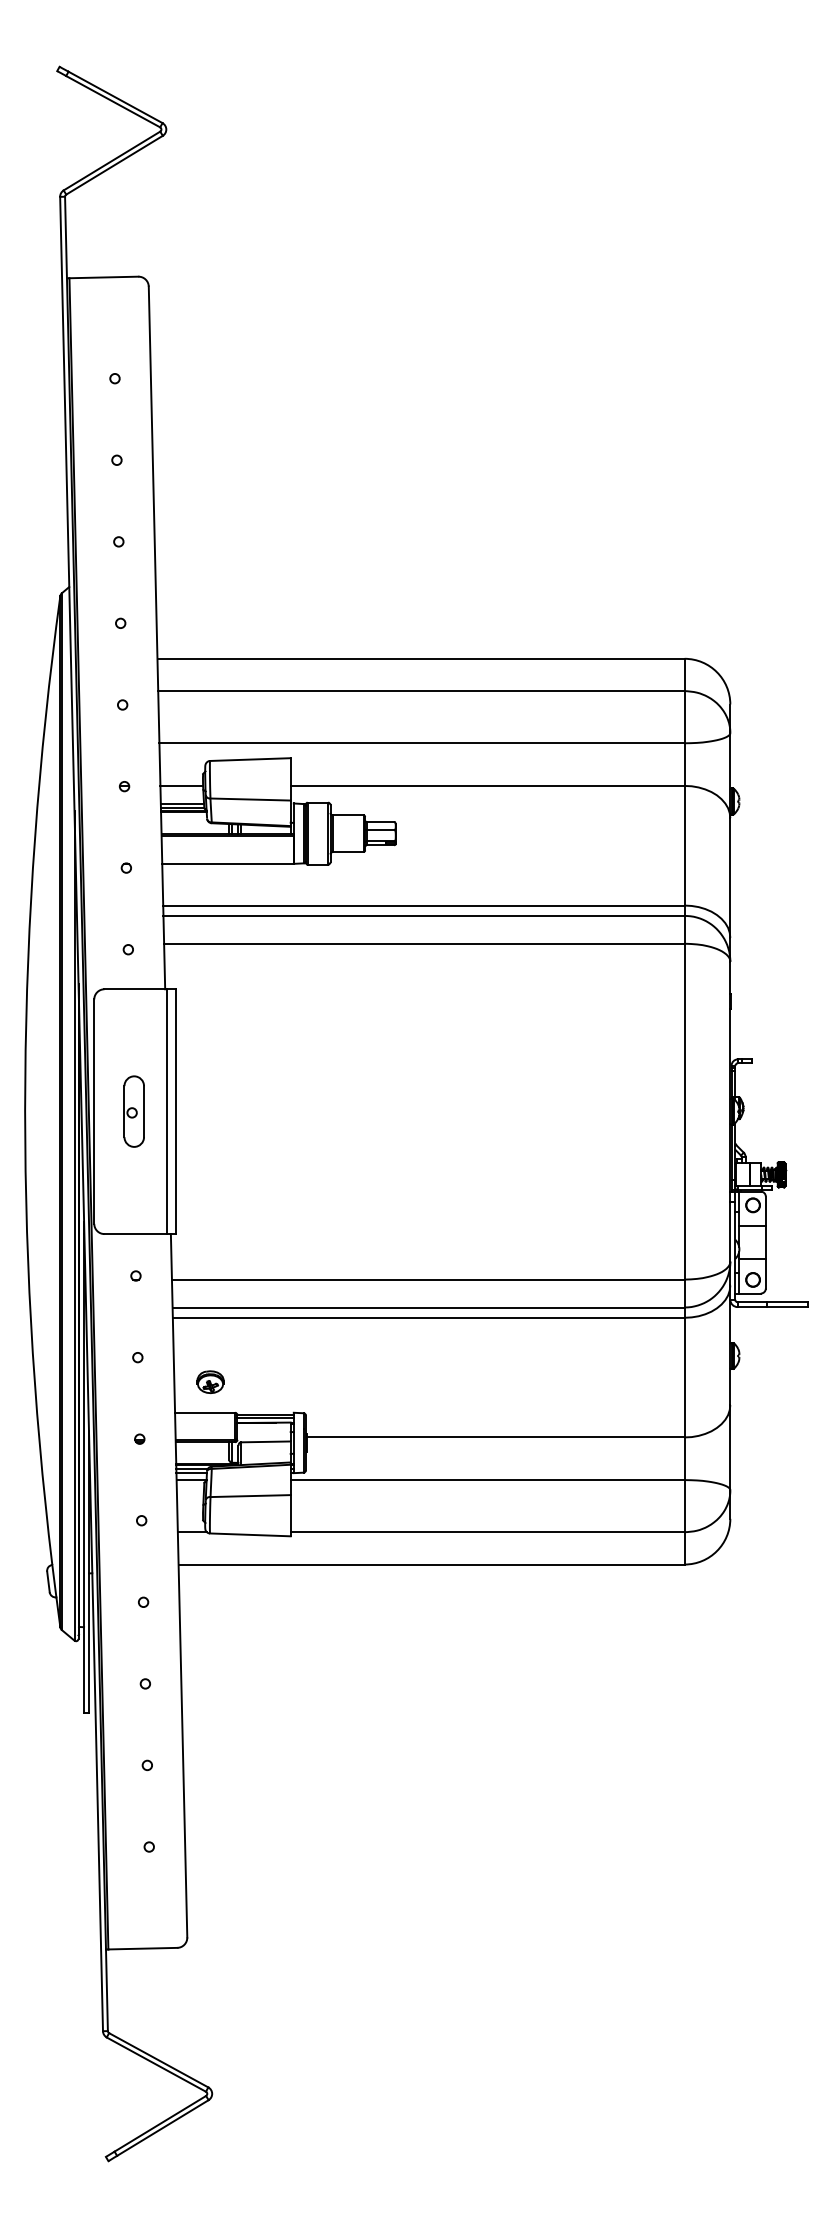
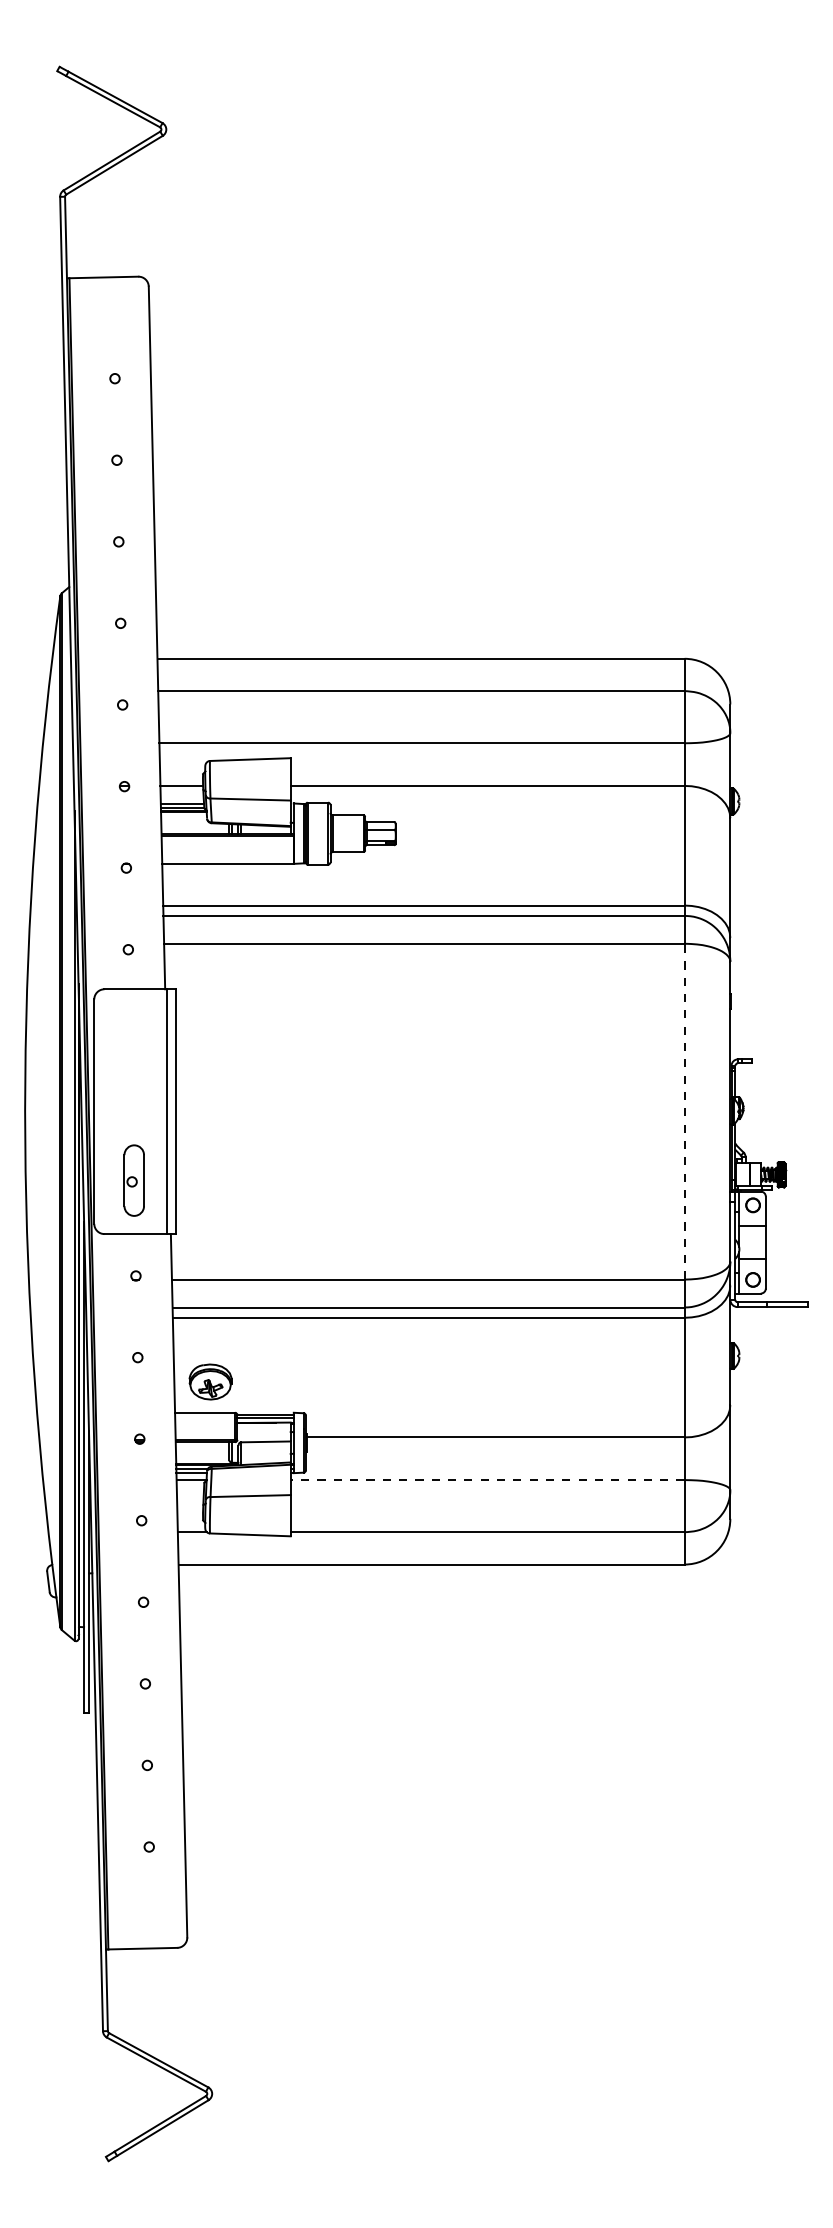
part at (133, 1111) position: (133, 1111) -> (133, 1180)
line at (684, 1111): solid -> dashed
part at (210, 1382) size: 29x25 px -> 45x38 px
line at (487, 1480): solid -> dashed
